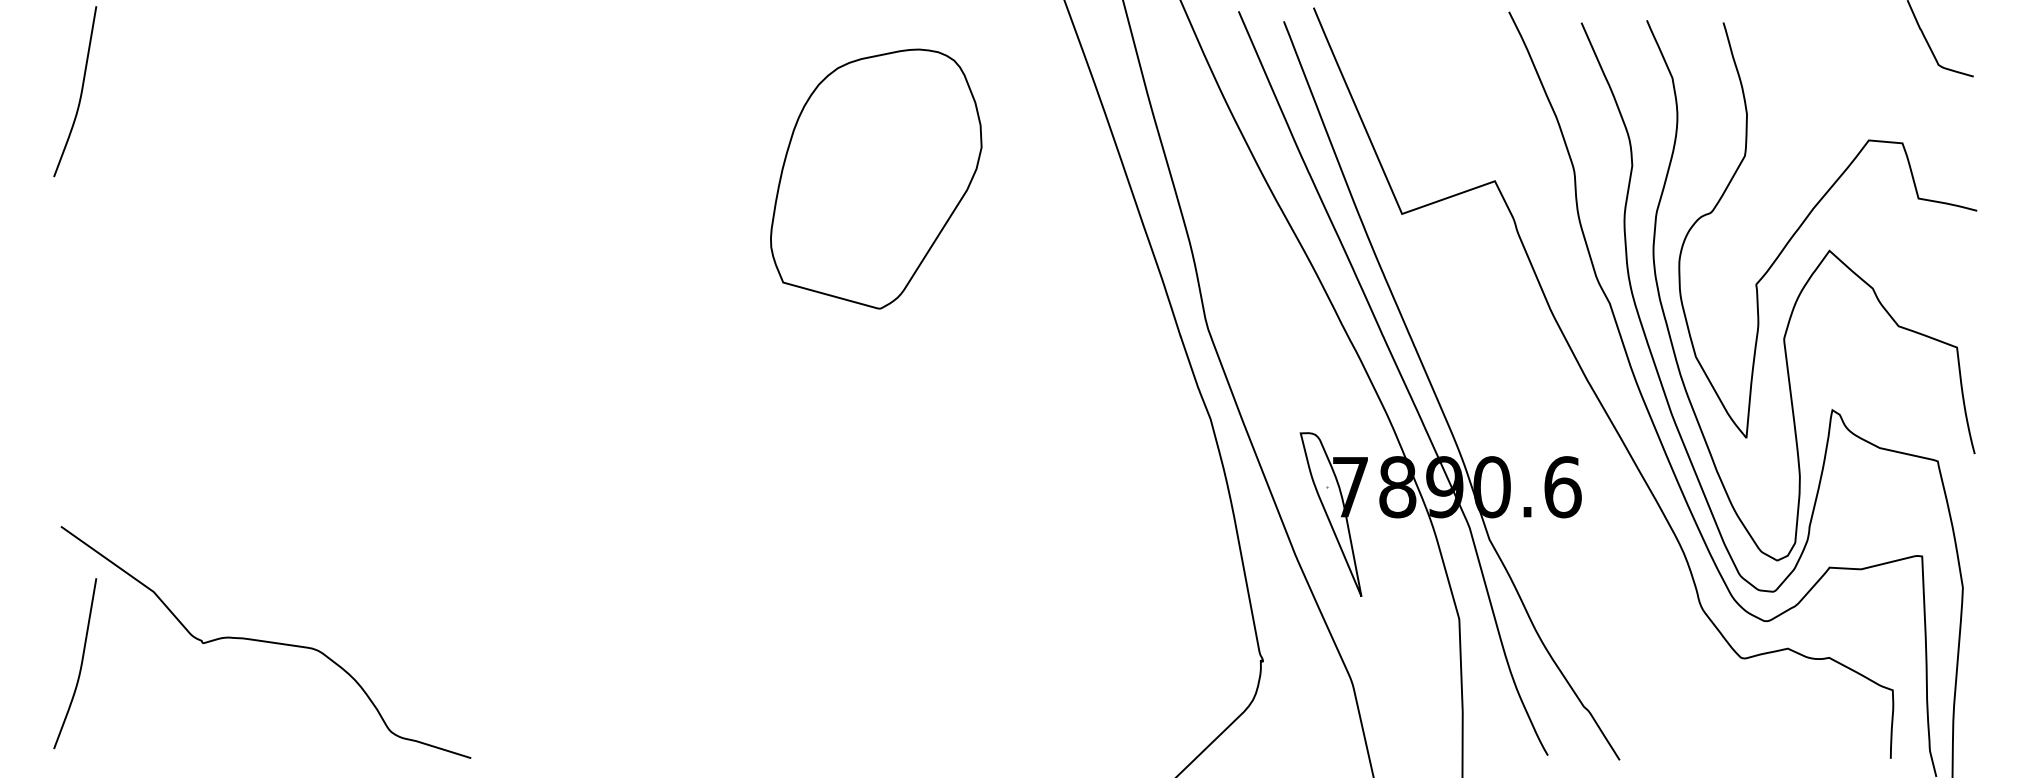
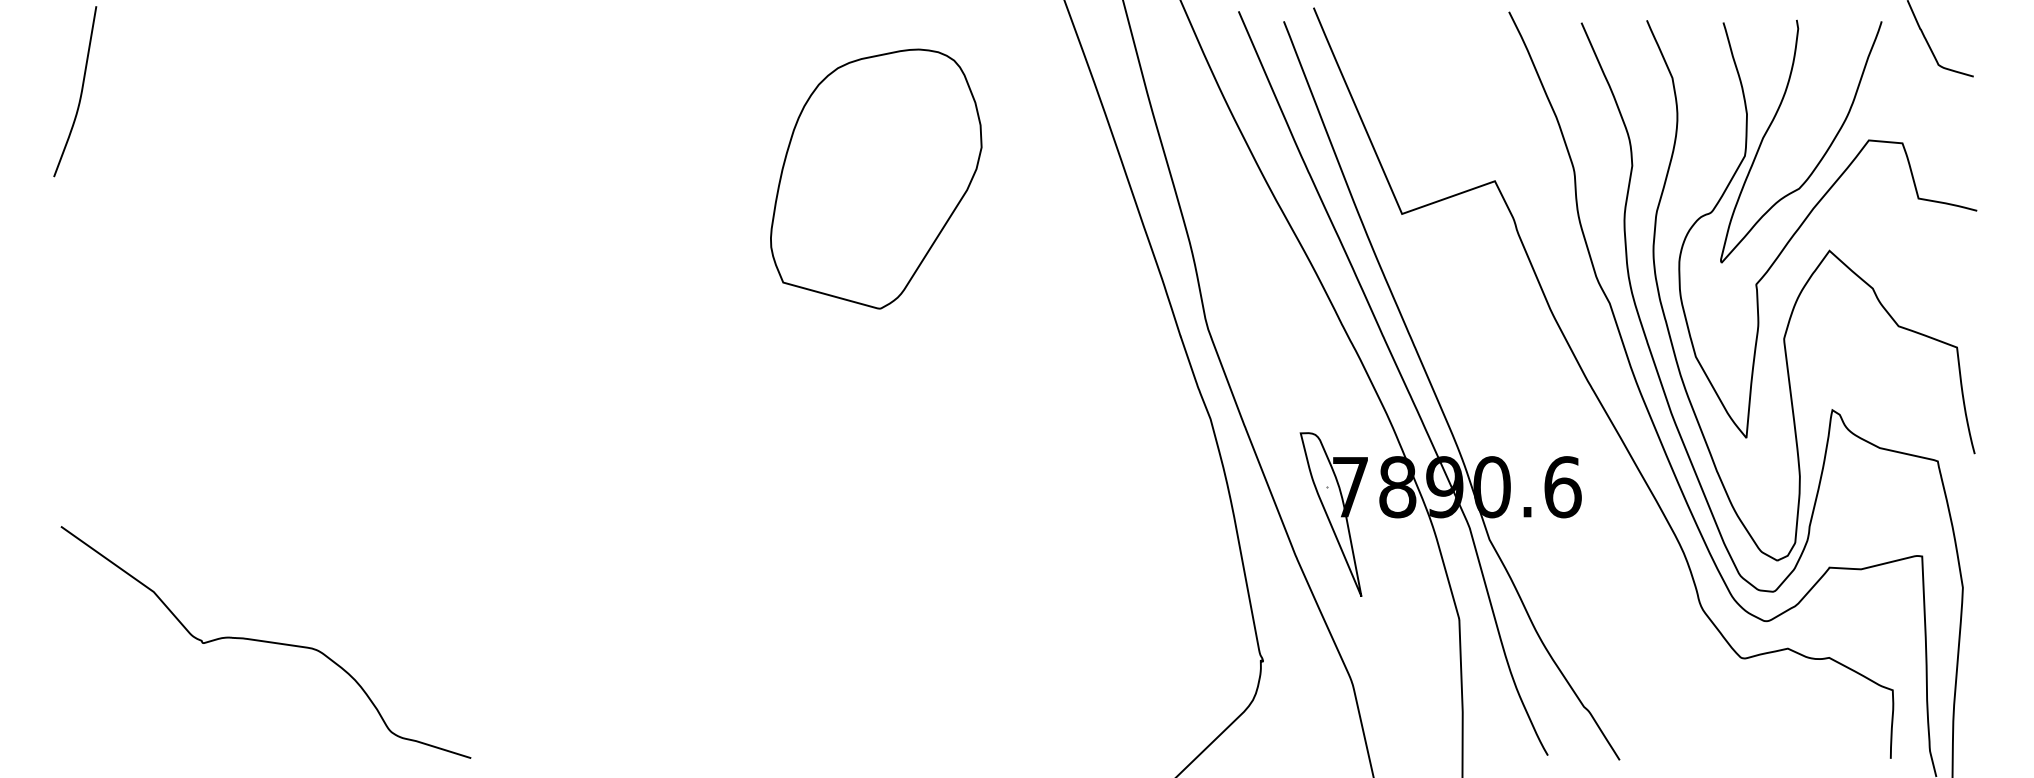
curve at (1823, 154): none -> present
curve at (80, 664): present -> none
